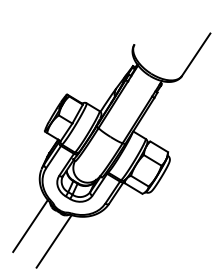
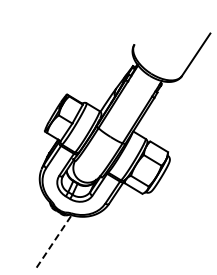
line at (30, 226): present -> none
line at (54, 241): solid -> dashed
